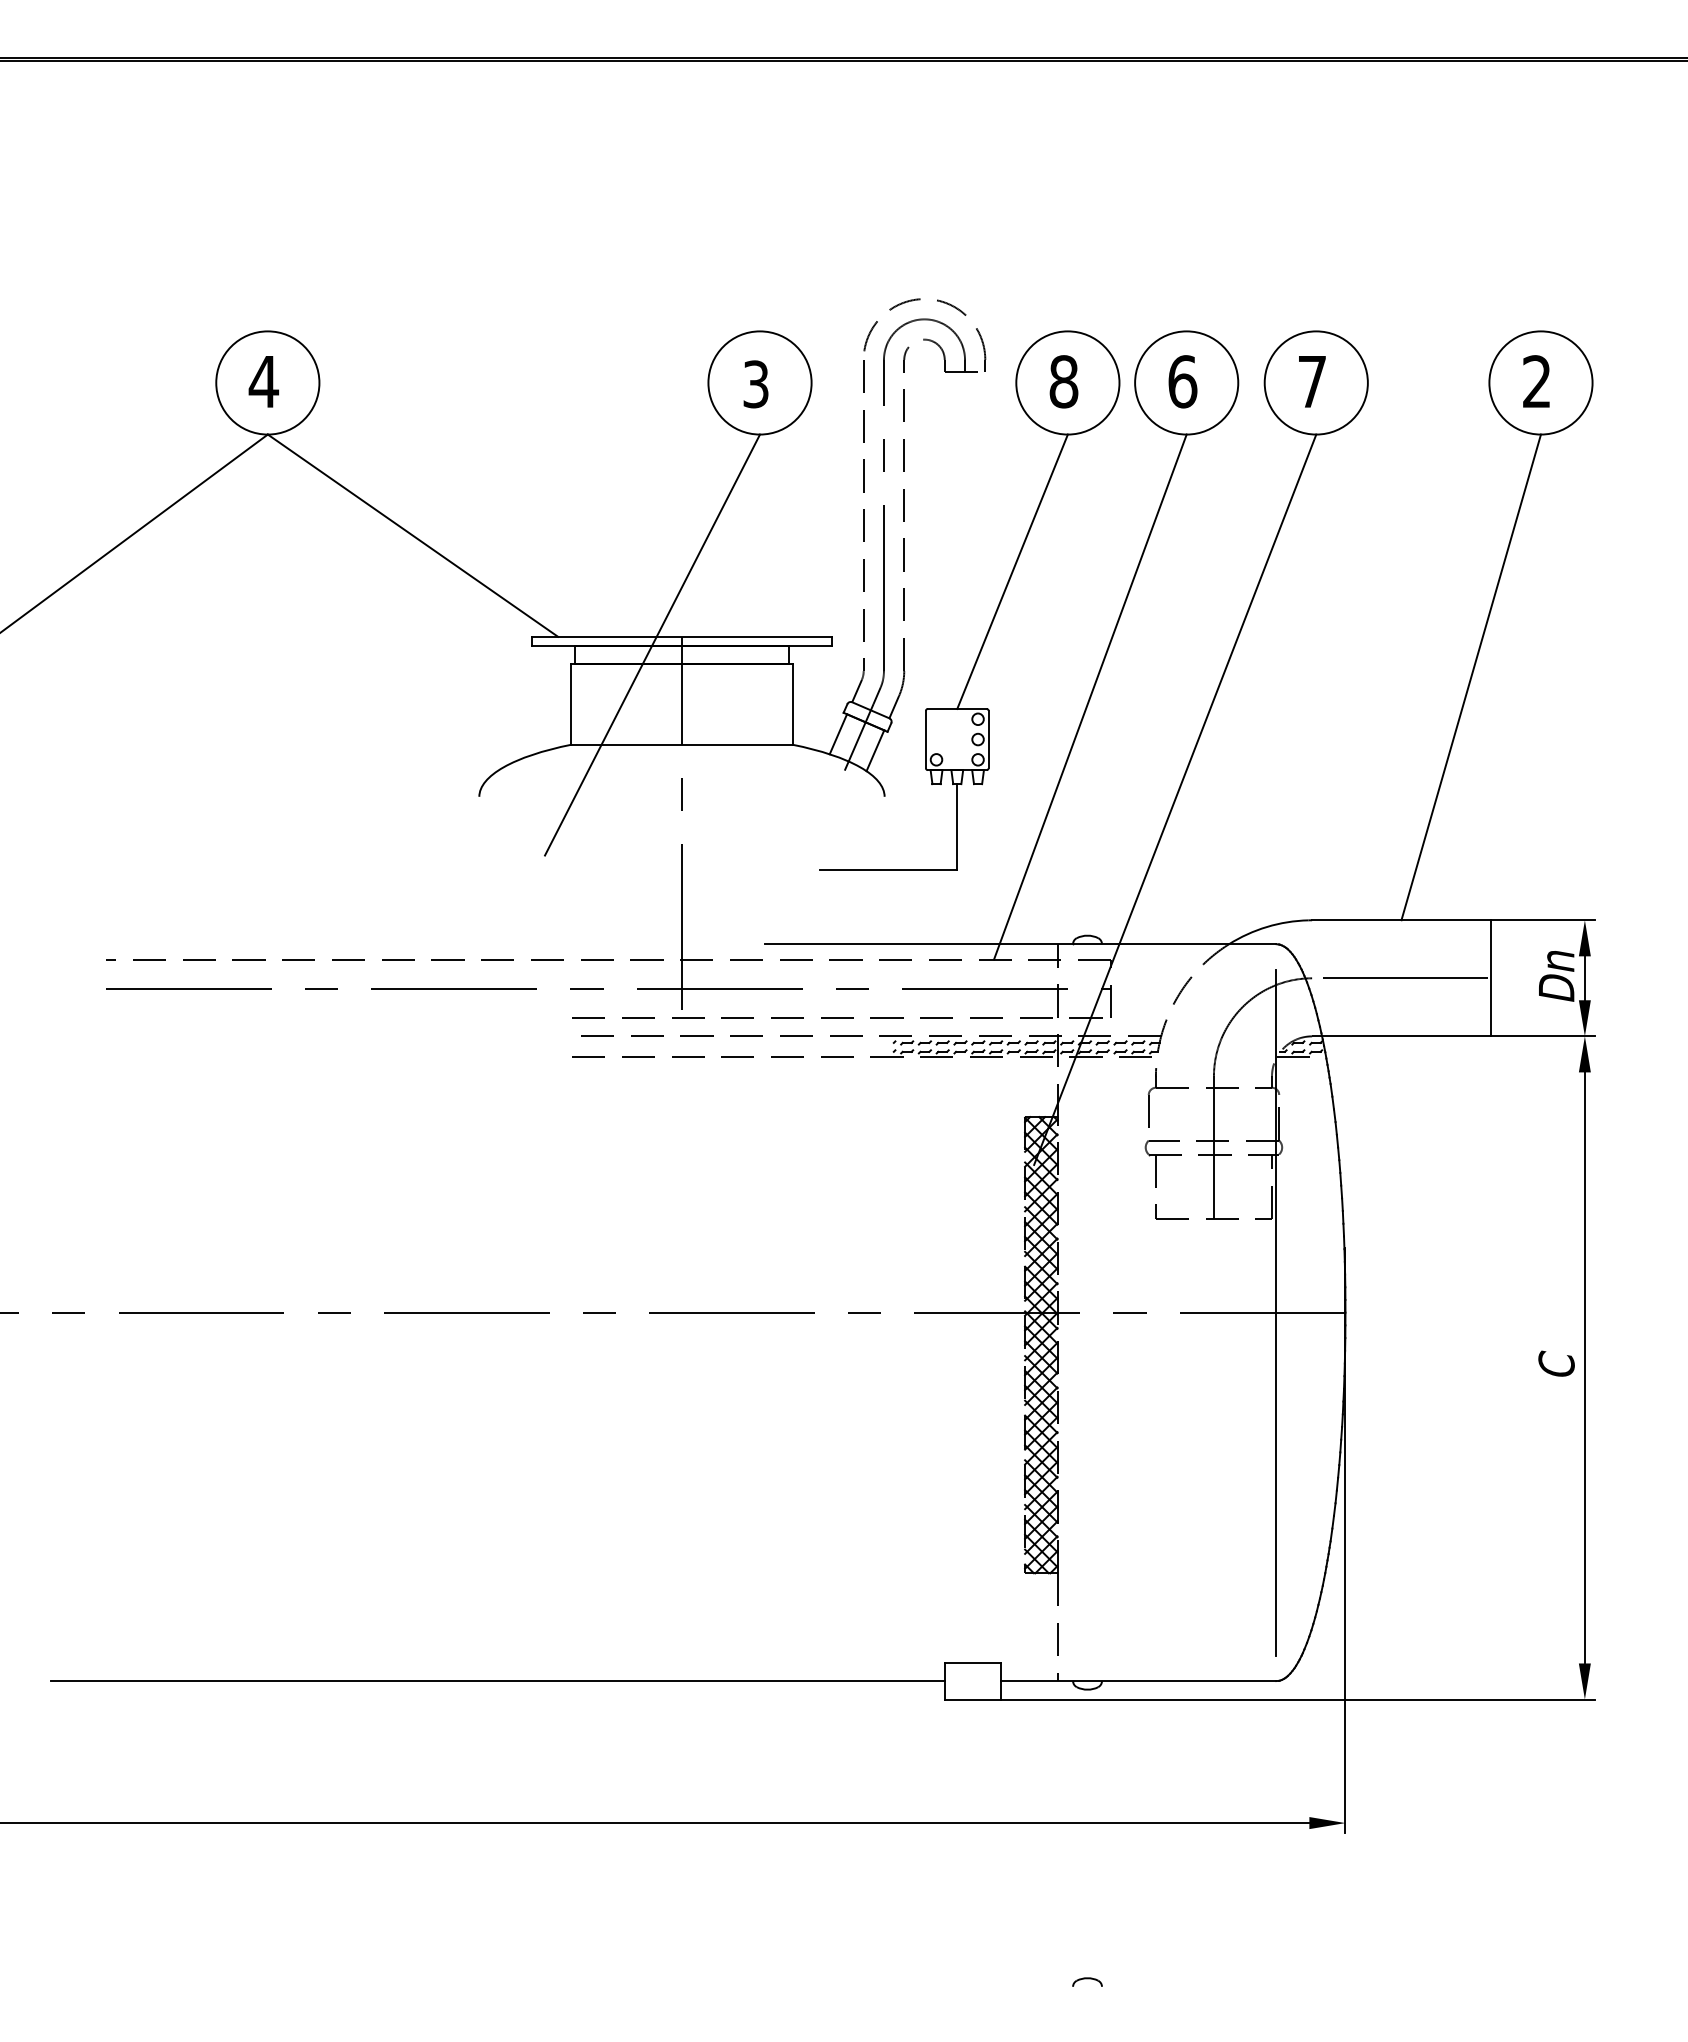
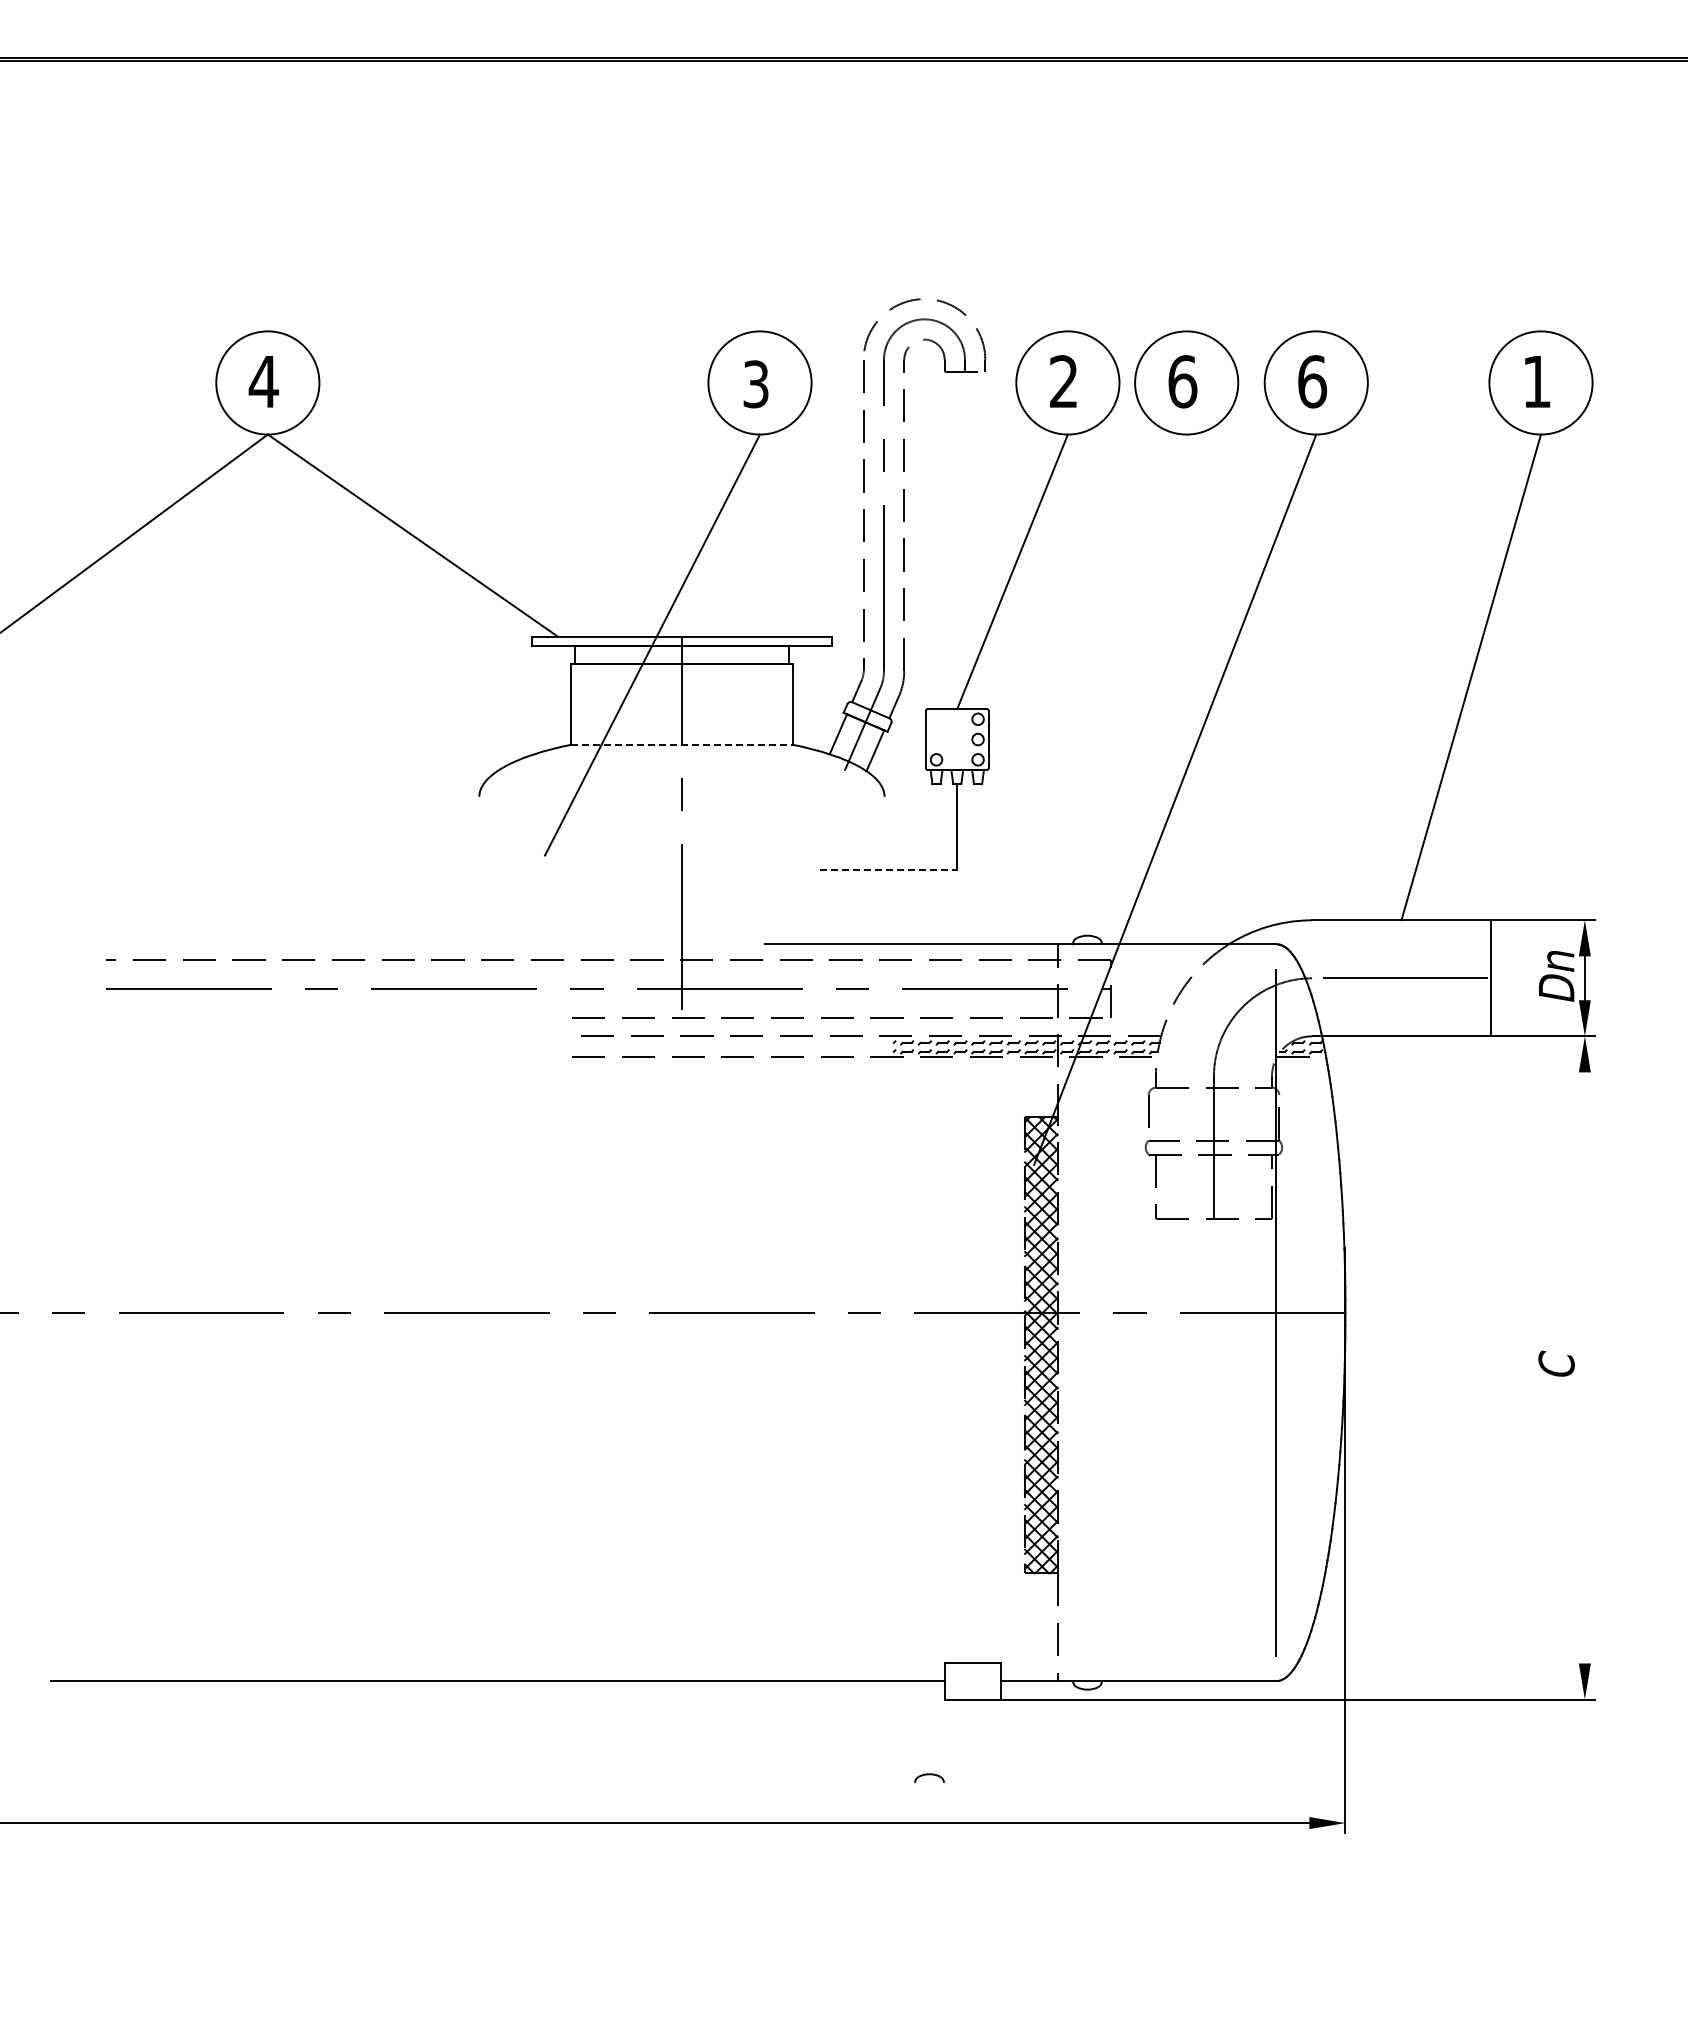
text at (1063, 381): 8 -> 2
text at (1312, 381): 7 -> 6
text at (1536, 381): 2 -> 1
line at (1090, 696): present -> none
line at (681, 744): solid -> dashed
line at (888, 869): solid -> dashed
line at (1584, 1367): present -> none
part at (1087, 1981) position: (1087, 1981) -> (929, 1777)
